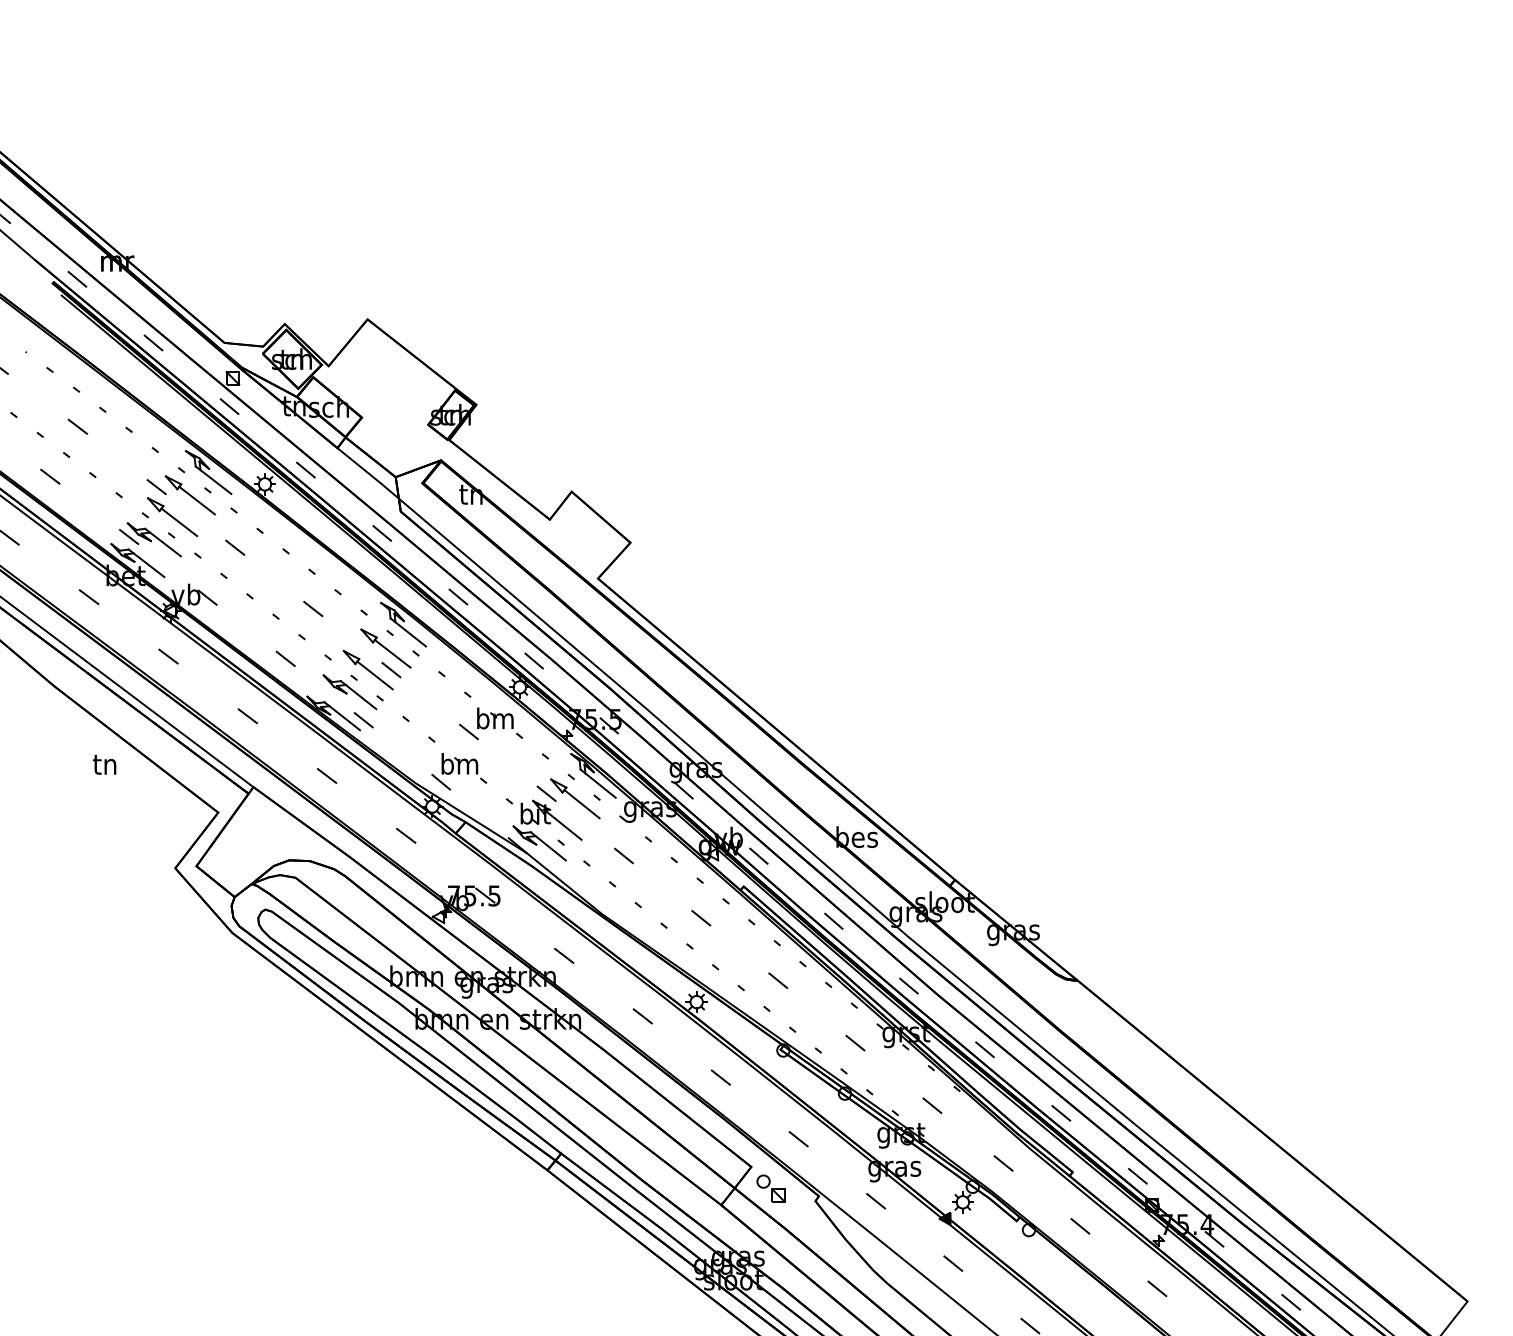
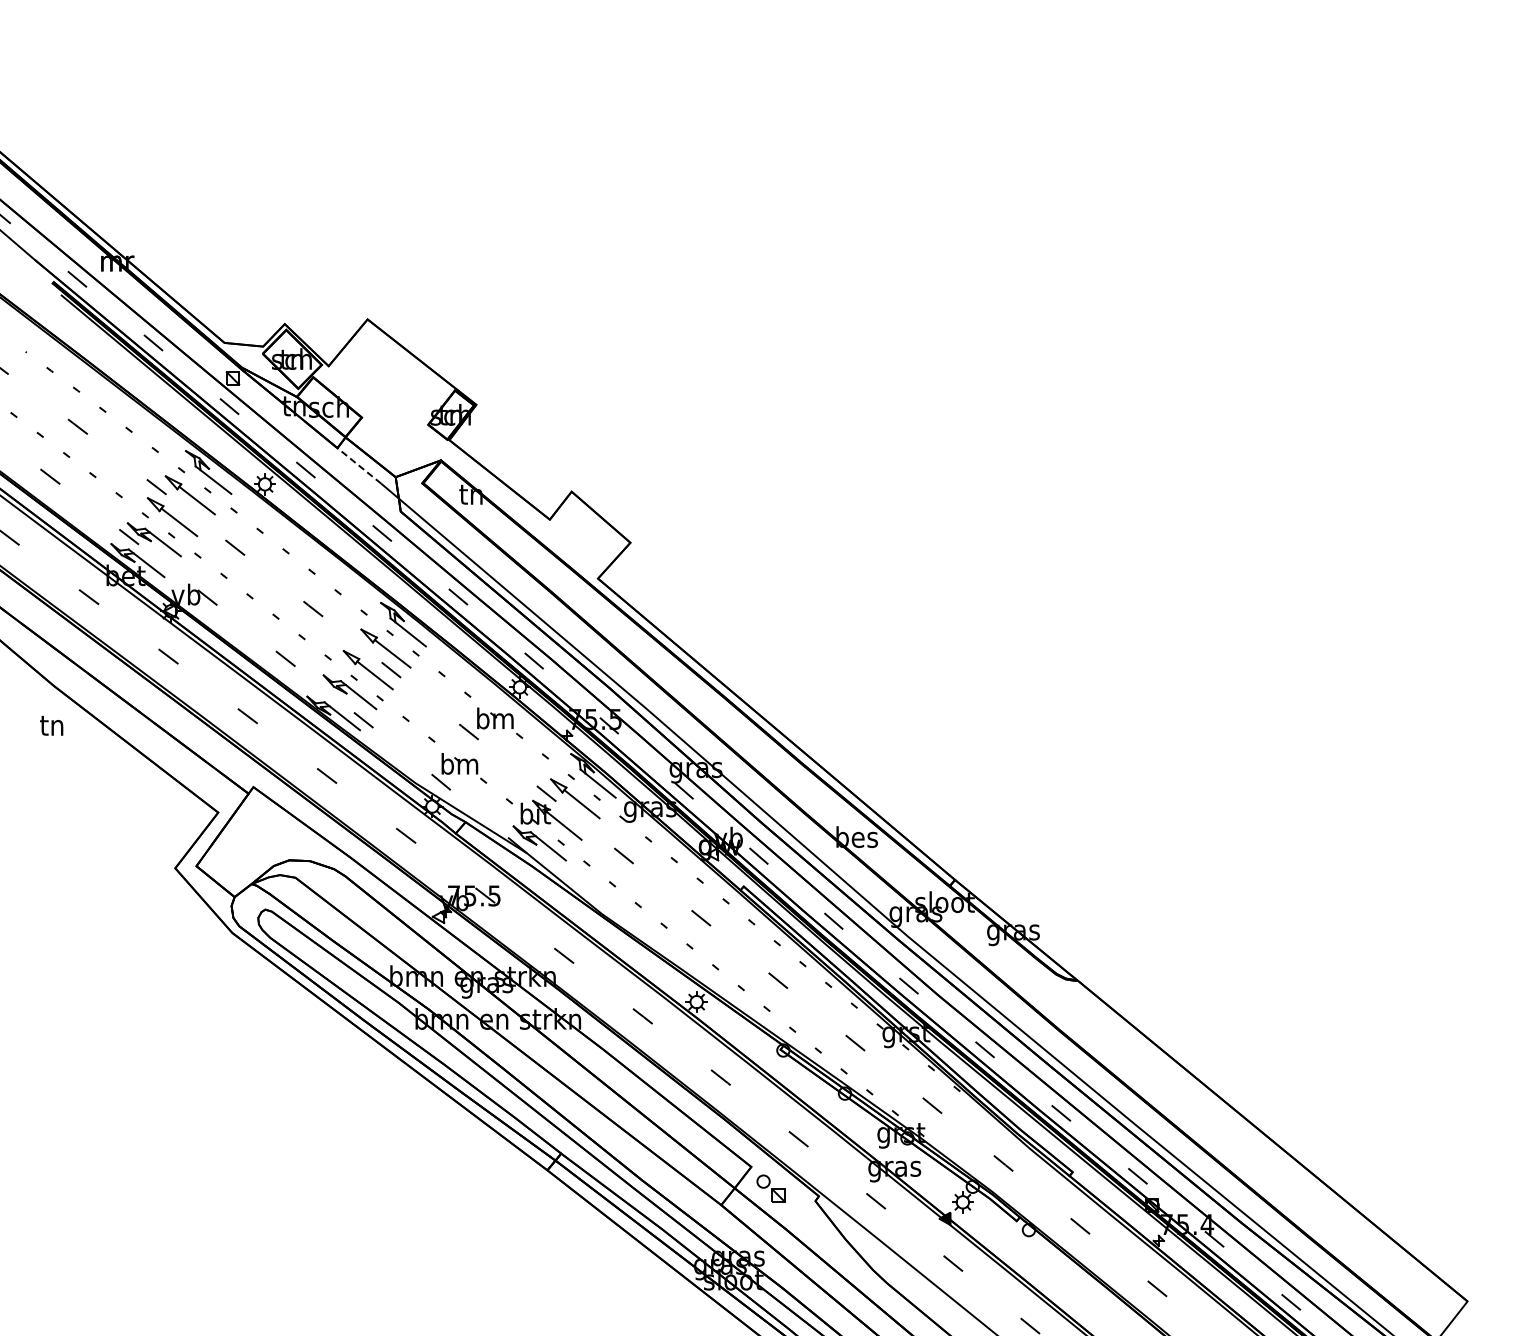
line at (358, 465): solid -> dashed
line at (127, 692): present -> none
text at (104, 764) position: (104, 764) -> (51, 725)
